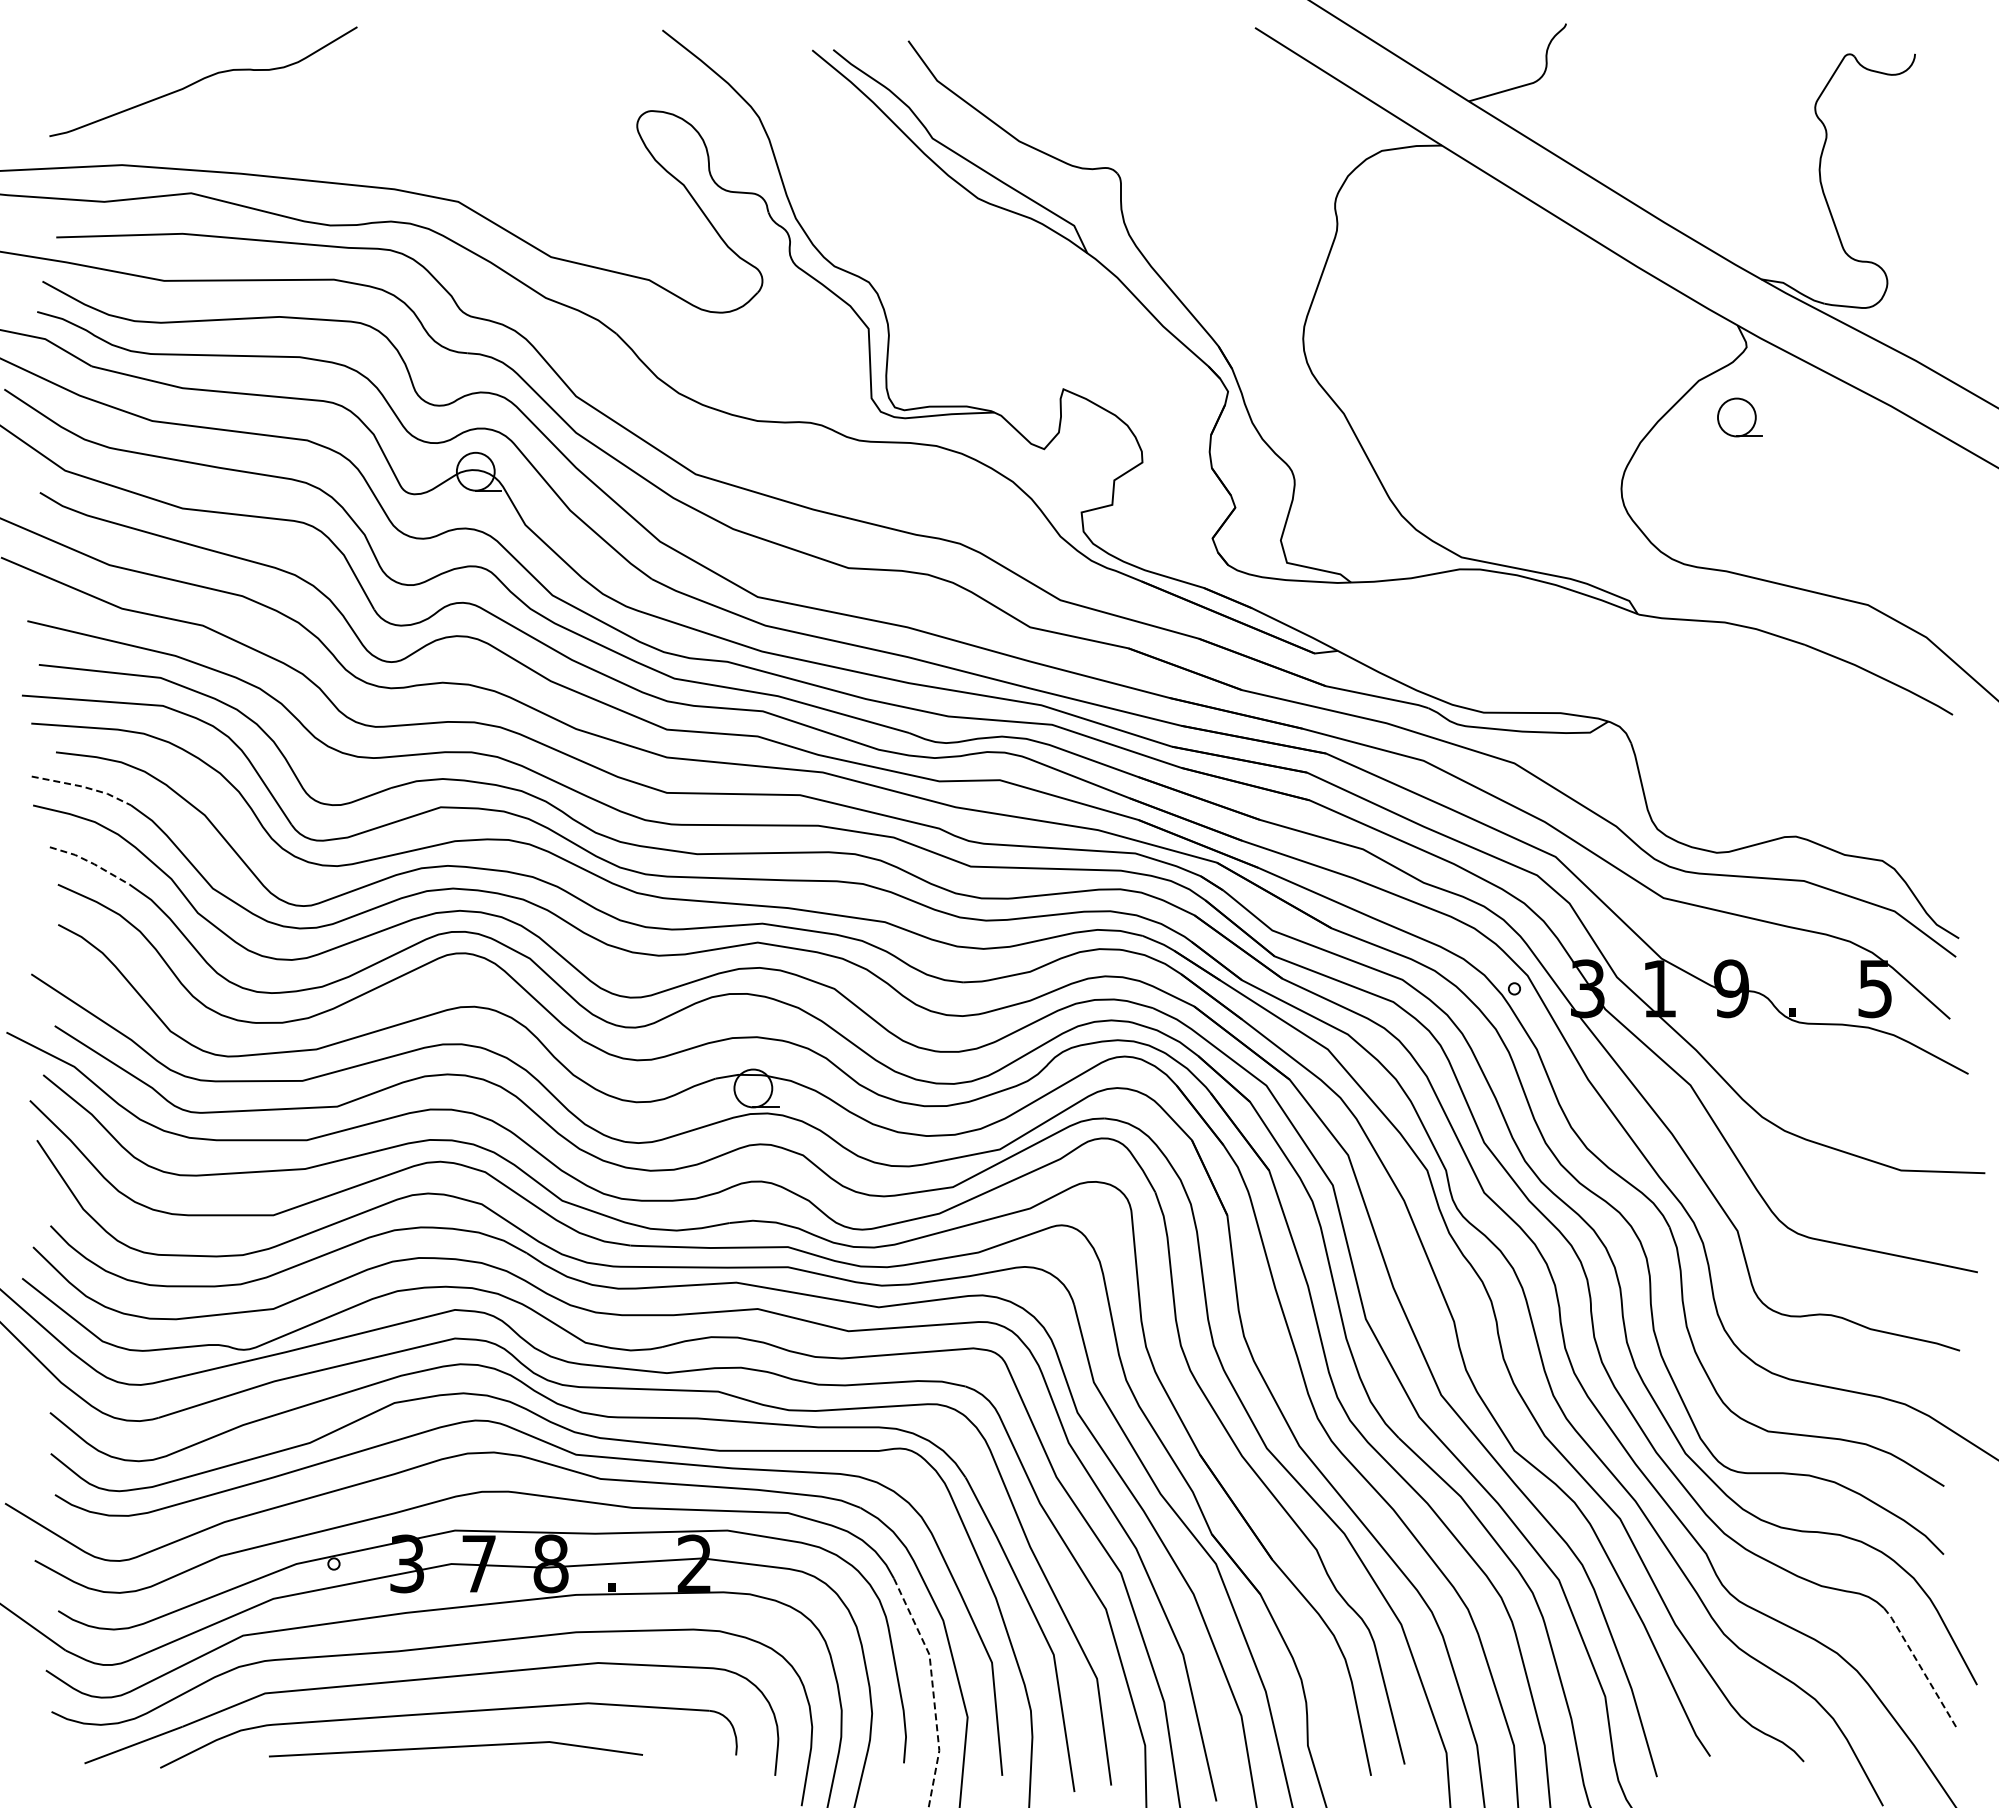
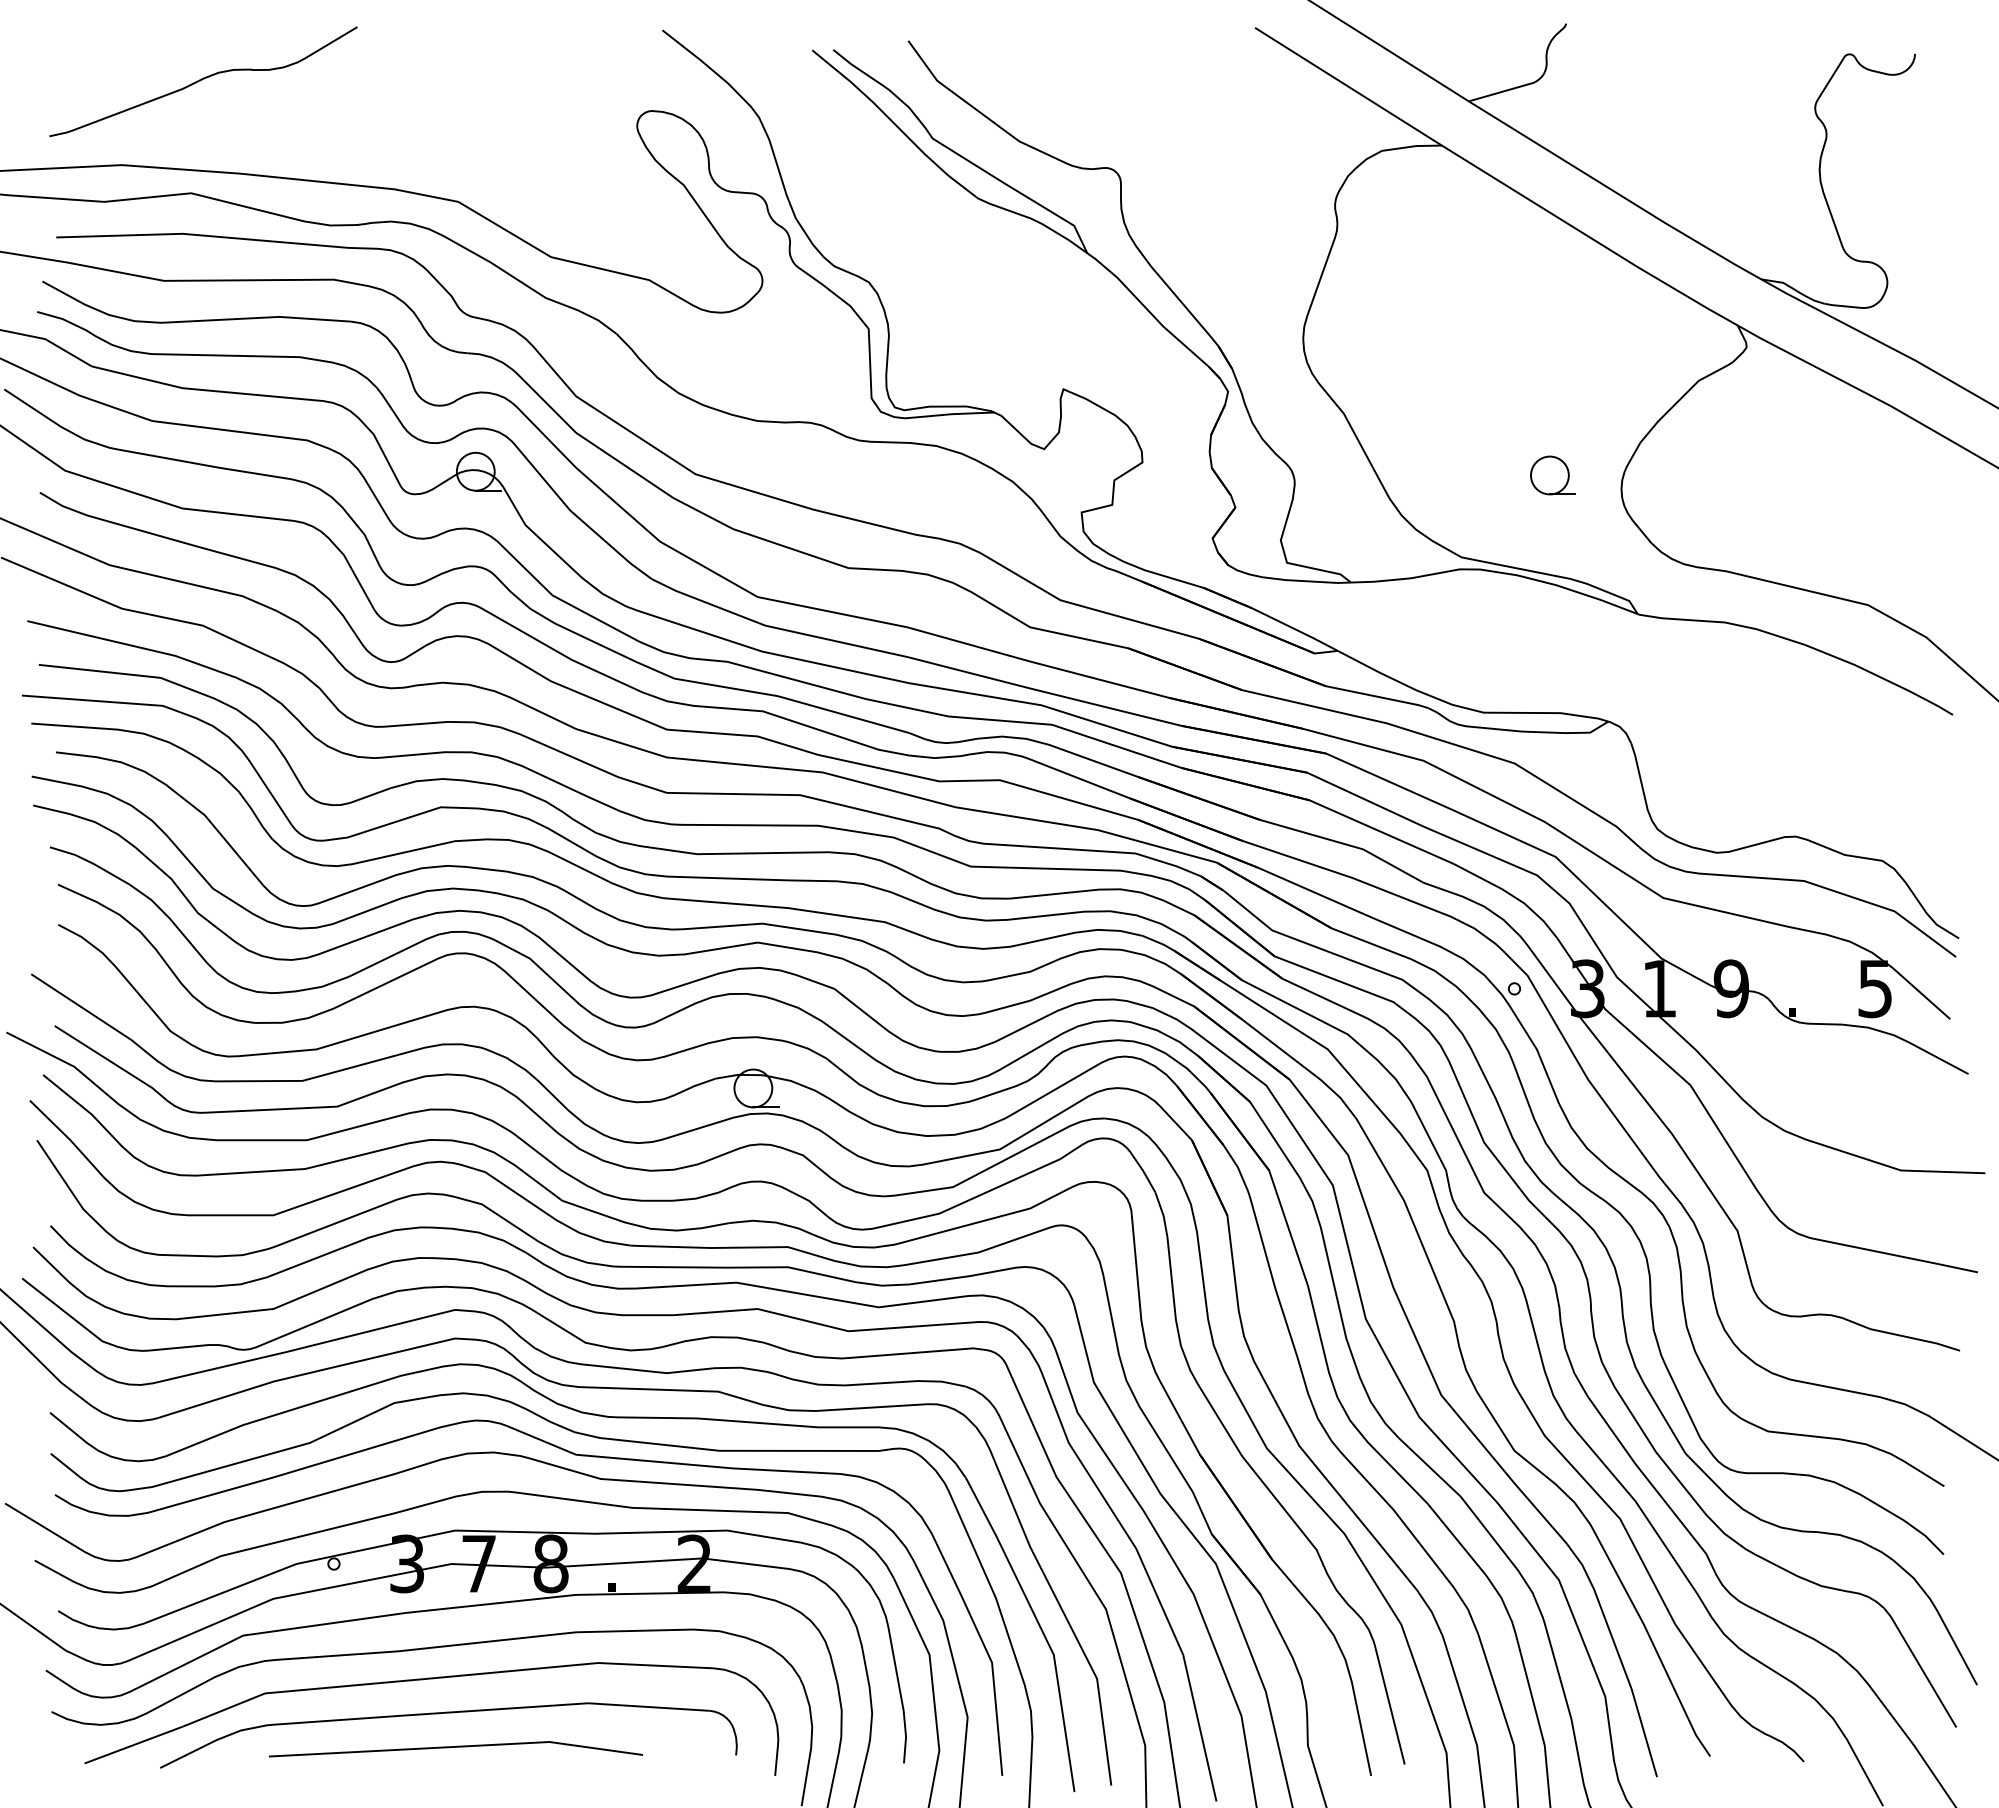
part at (1739, 417) position: (1739, 417) -> (1552, 475)
line at (83, 786): dashed -> solid
line at (90, 862): dashed -> solid
line at (1920, 1666): dashed -> solid
line at (933, 1689): dashed -> solid
